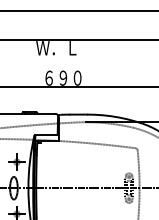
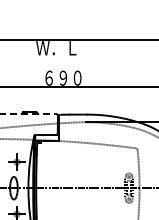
line at (78, 10): present -> none
line at (27, 113): solid -> dashed
